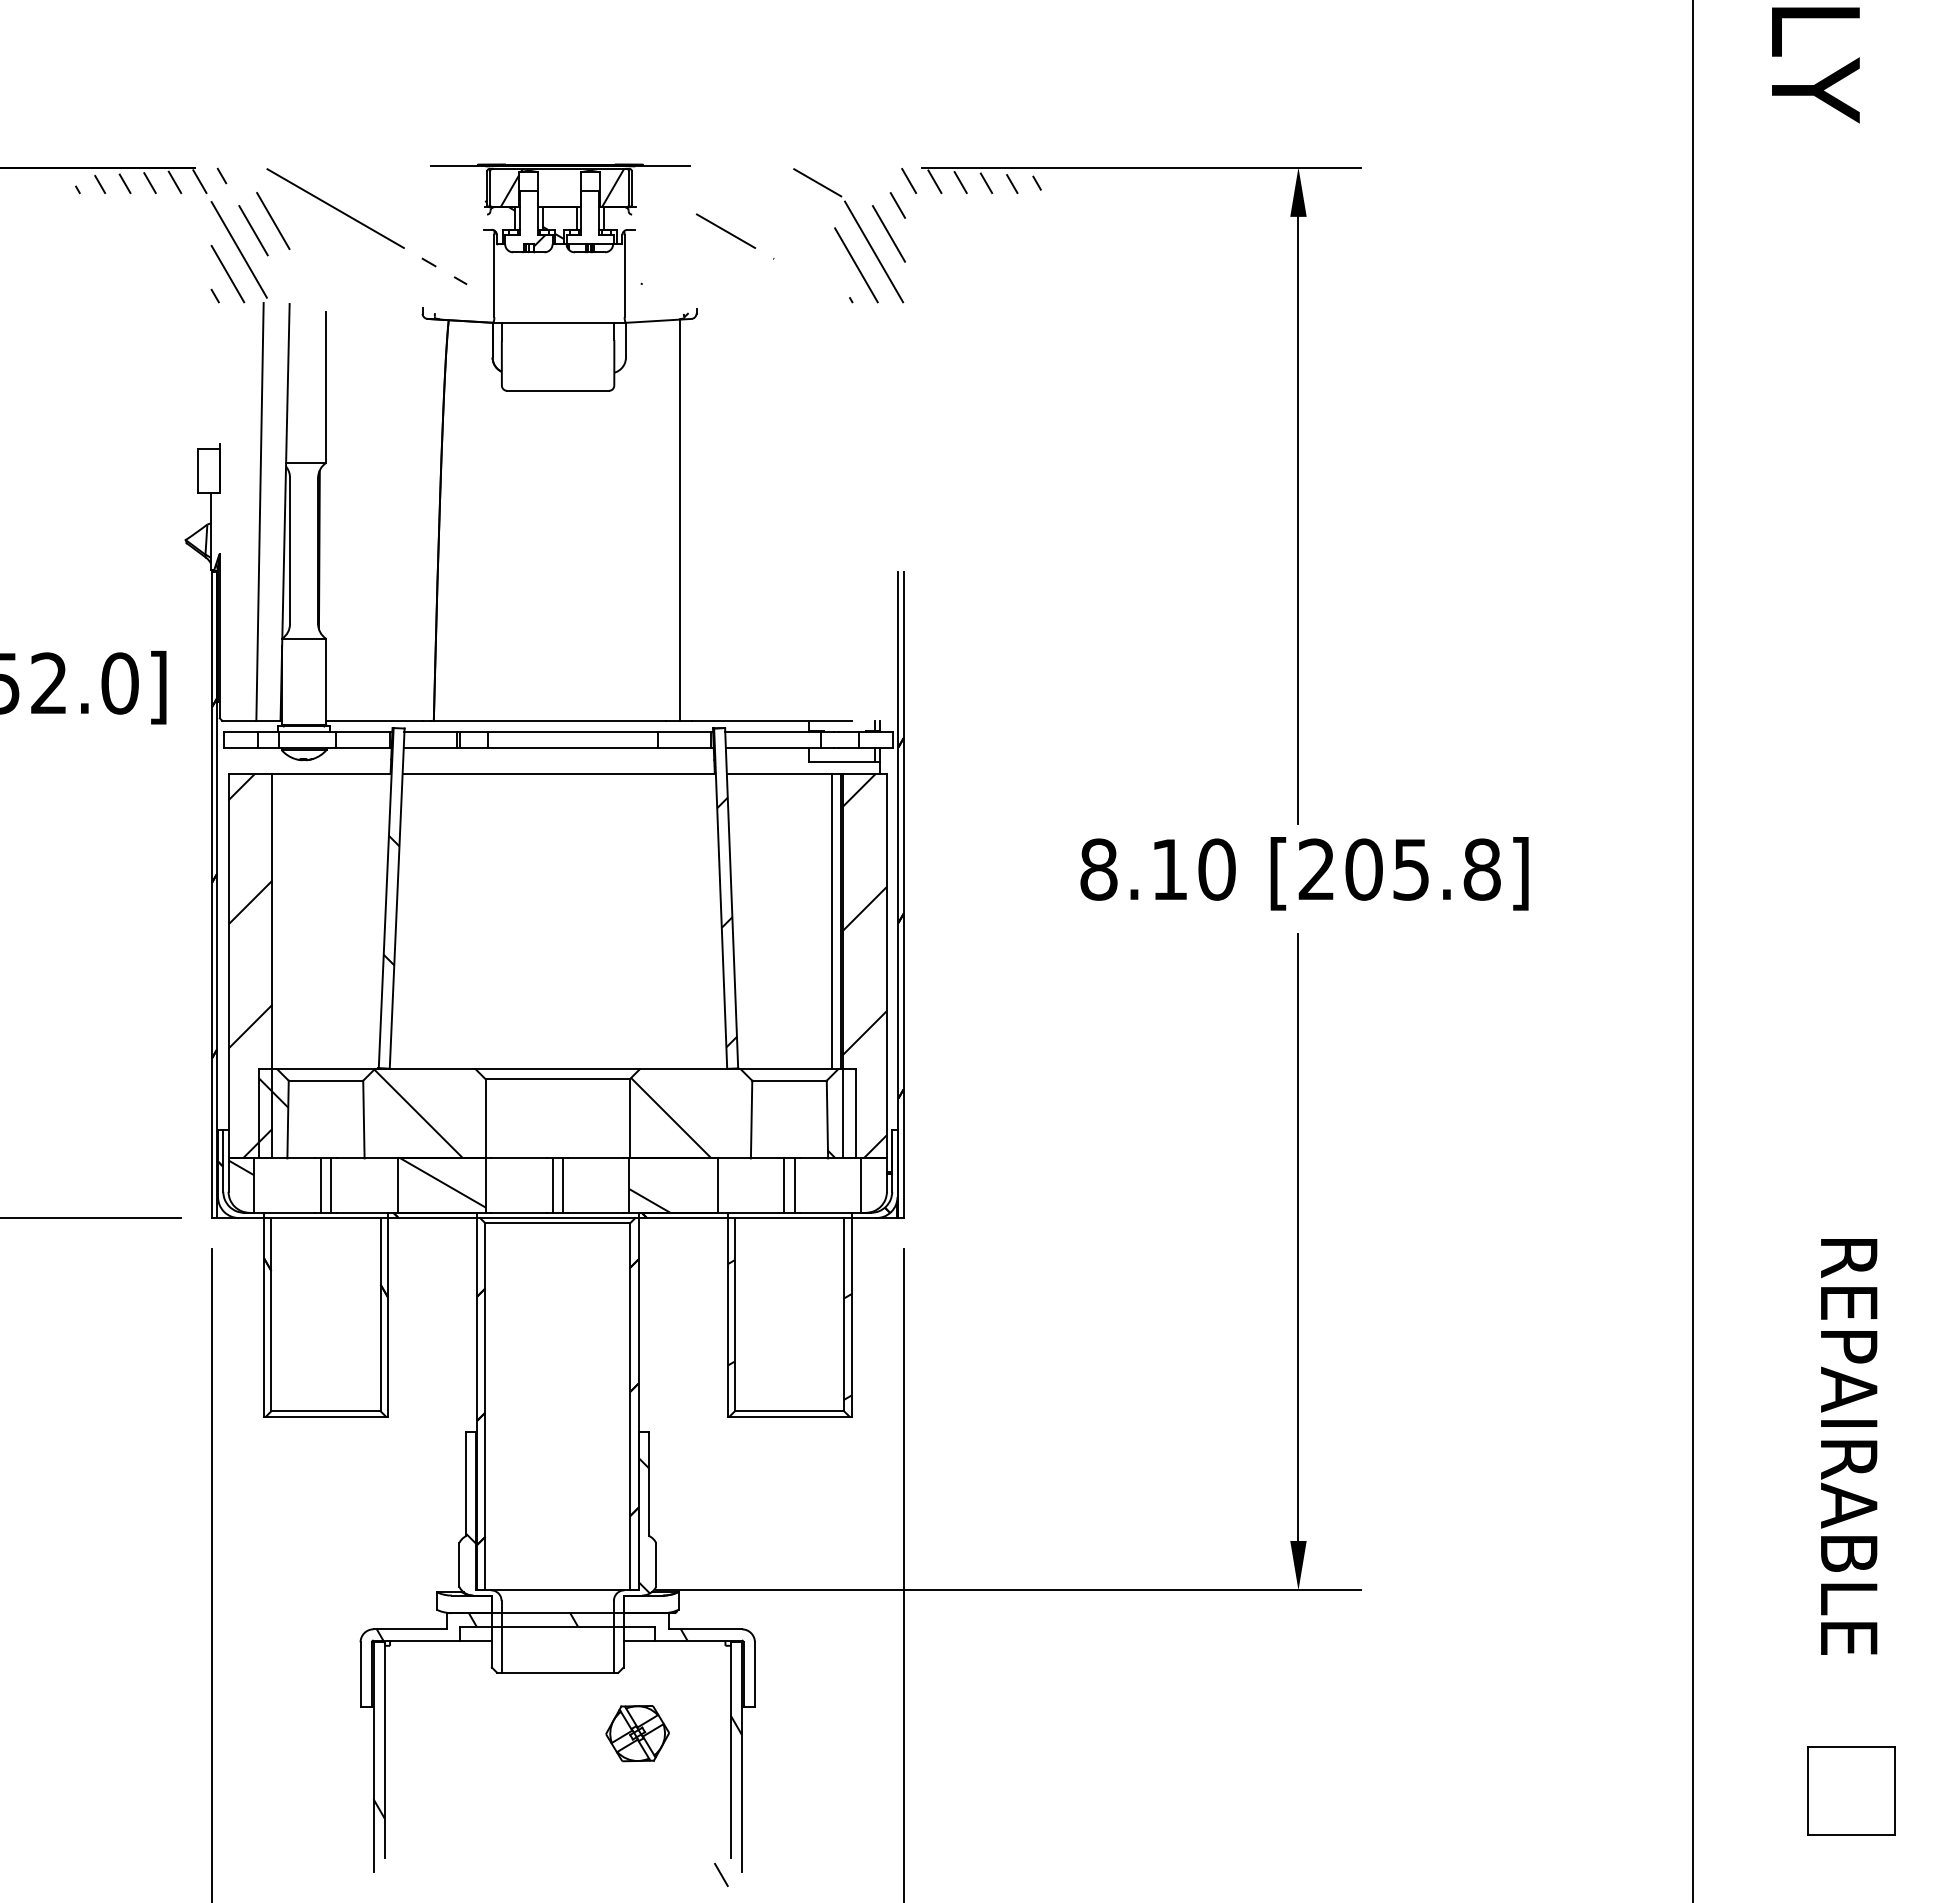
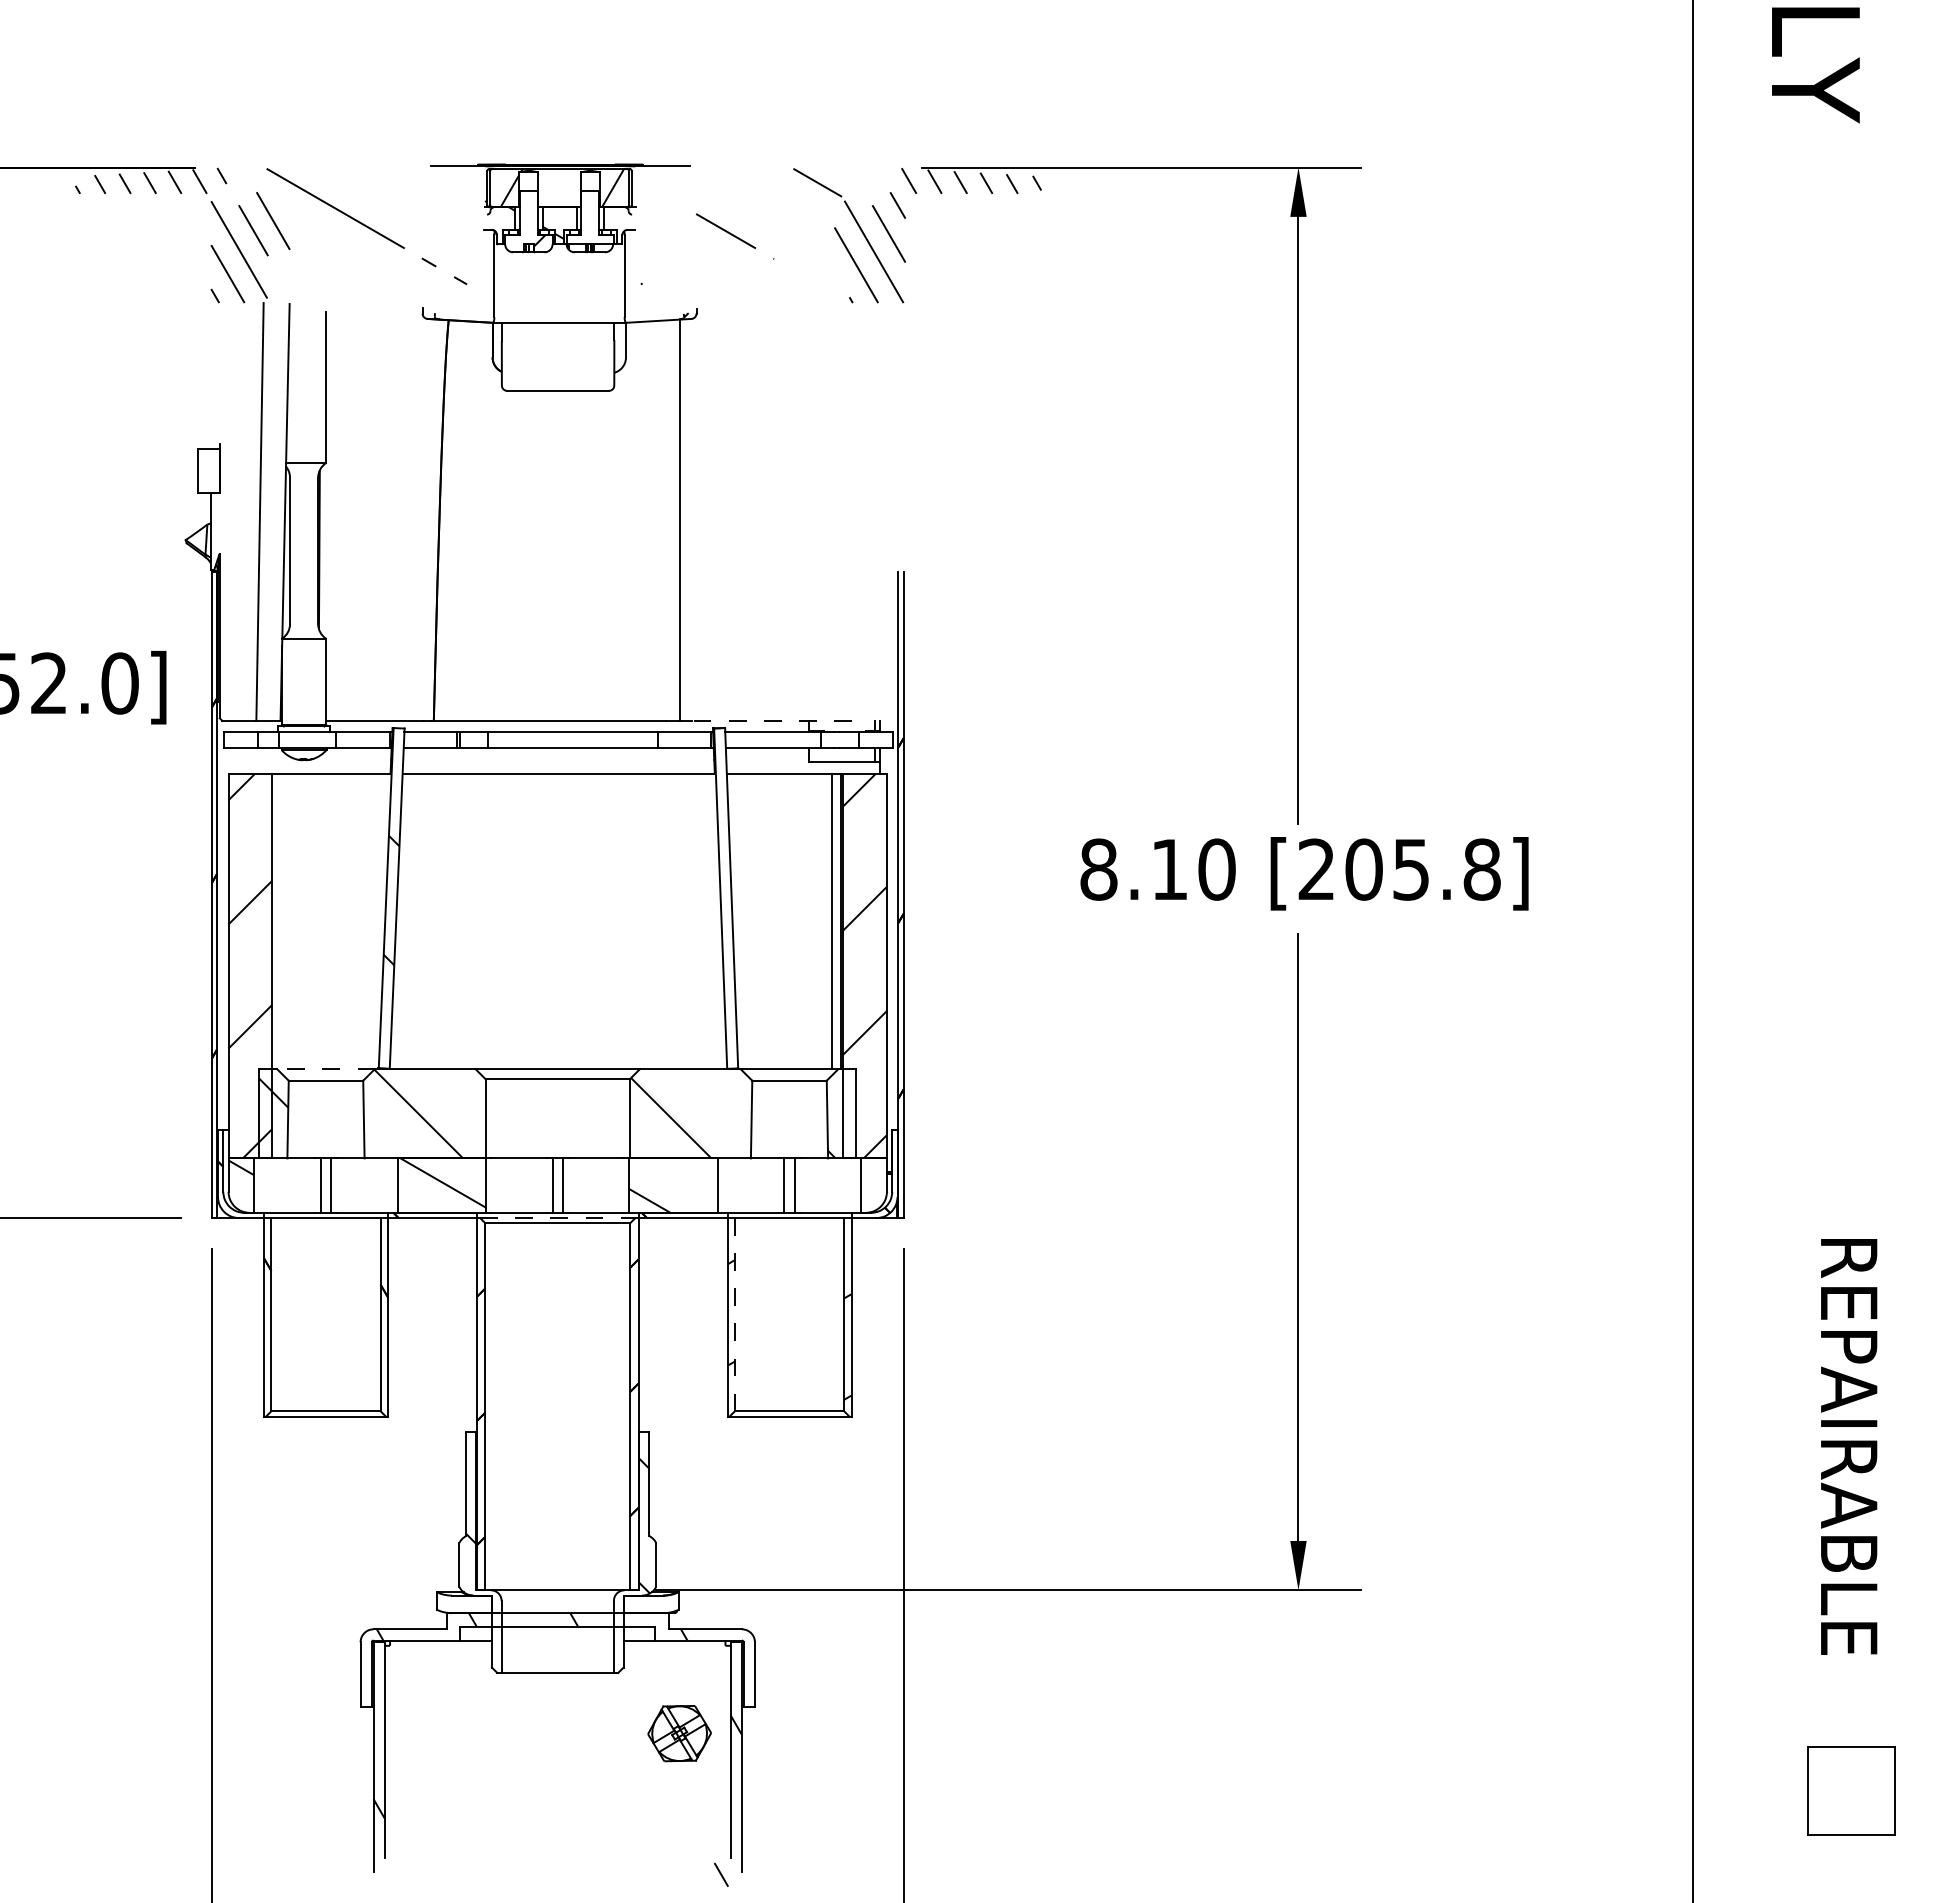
line at (771, 720): solid -> dashed
hatch at (726, 922): present -> none
line at (325, 1068): solid -> dashed
line at (557, 1218): solid -> dashed
line at (734, 1314): solid -> dashed
part at (637, 1733) position: (637, 1733) -> (679, 1733)
